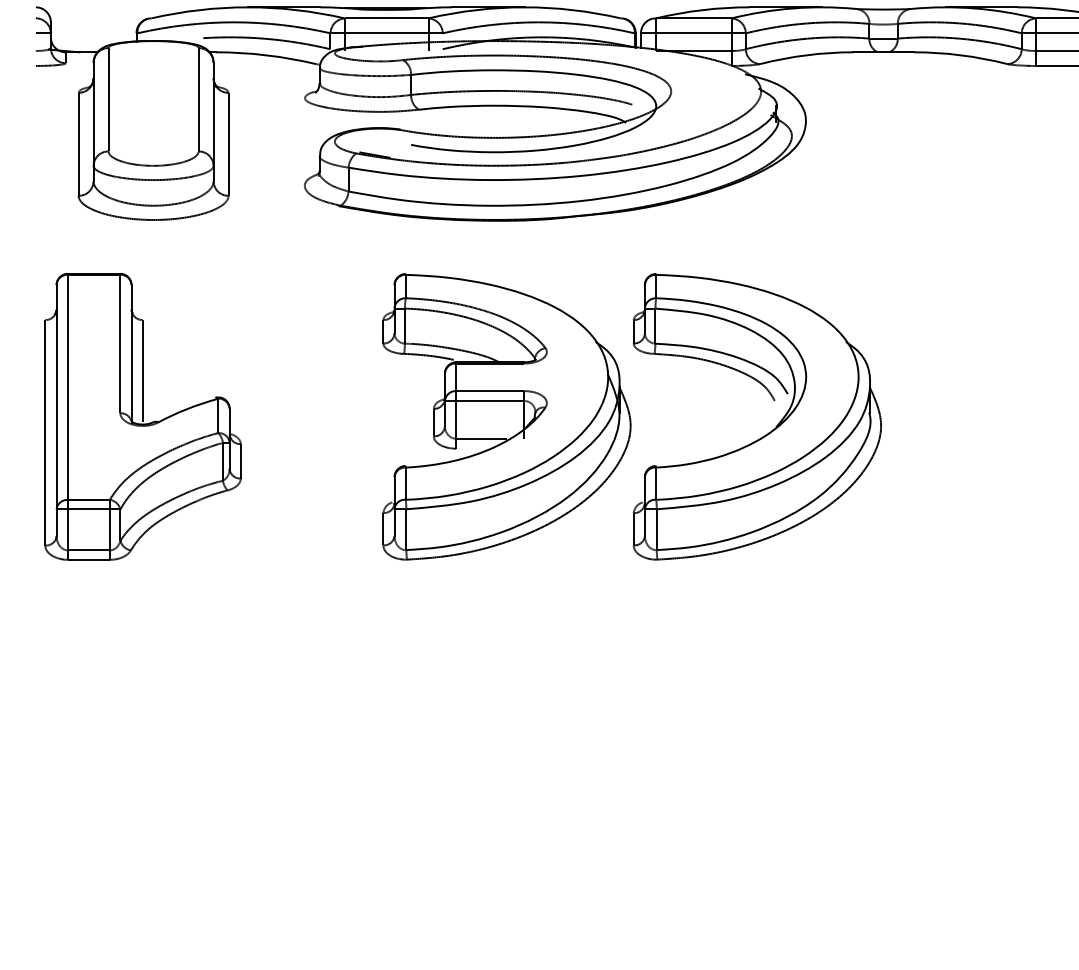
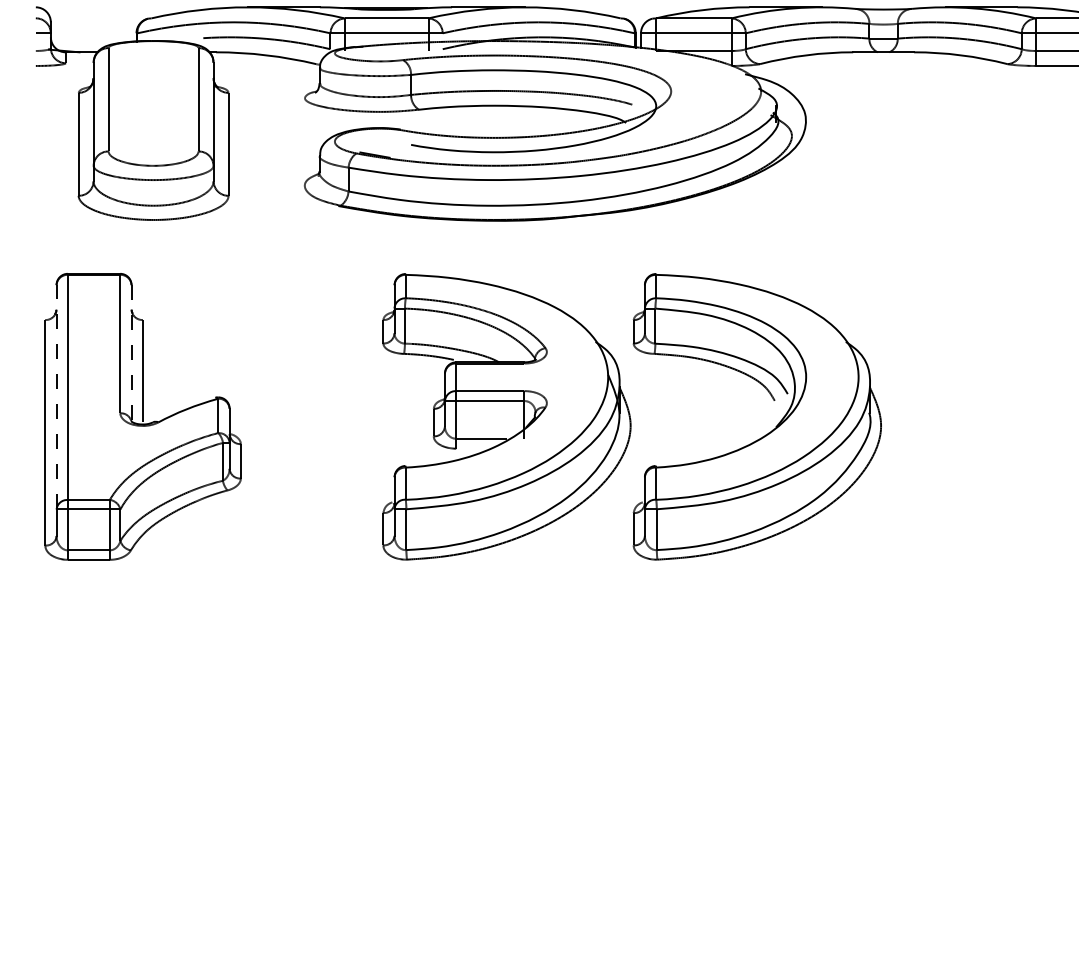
line at (131, 354): solid -> dashed
line at (56, 396): solid -> dashed
